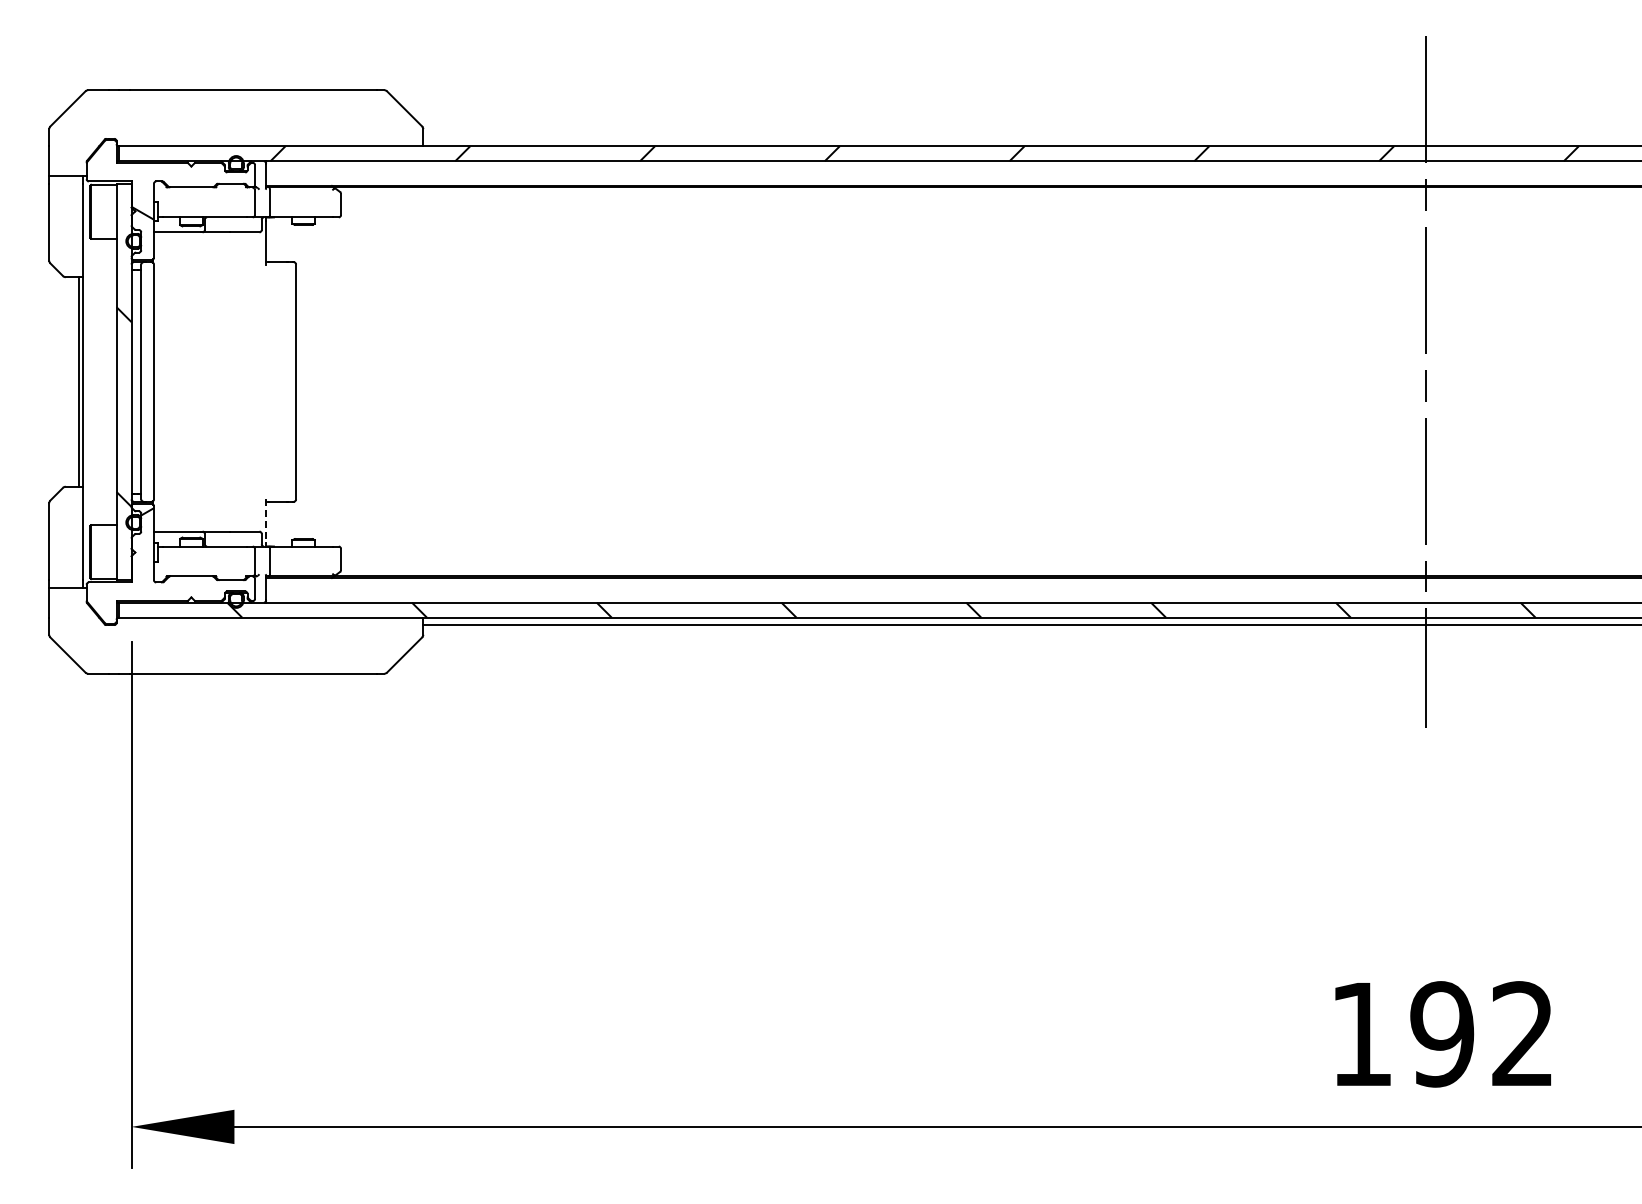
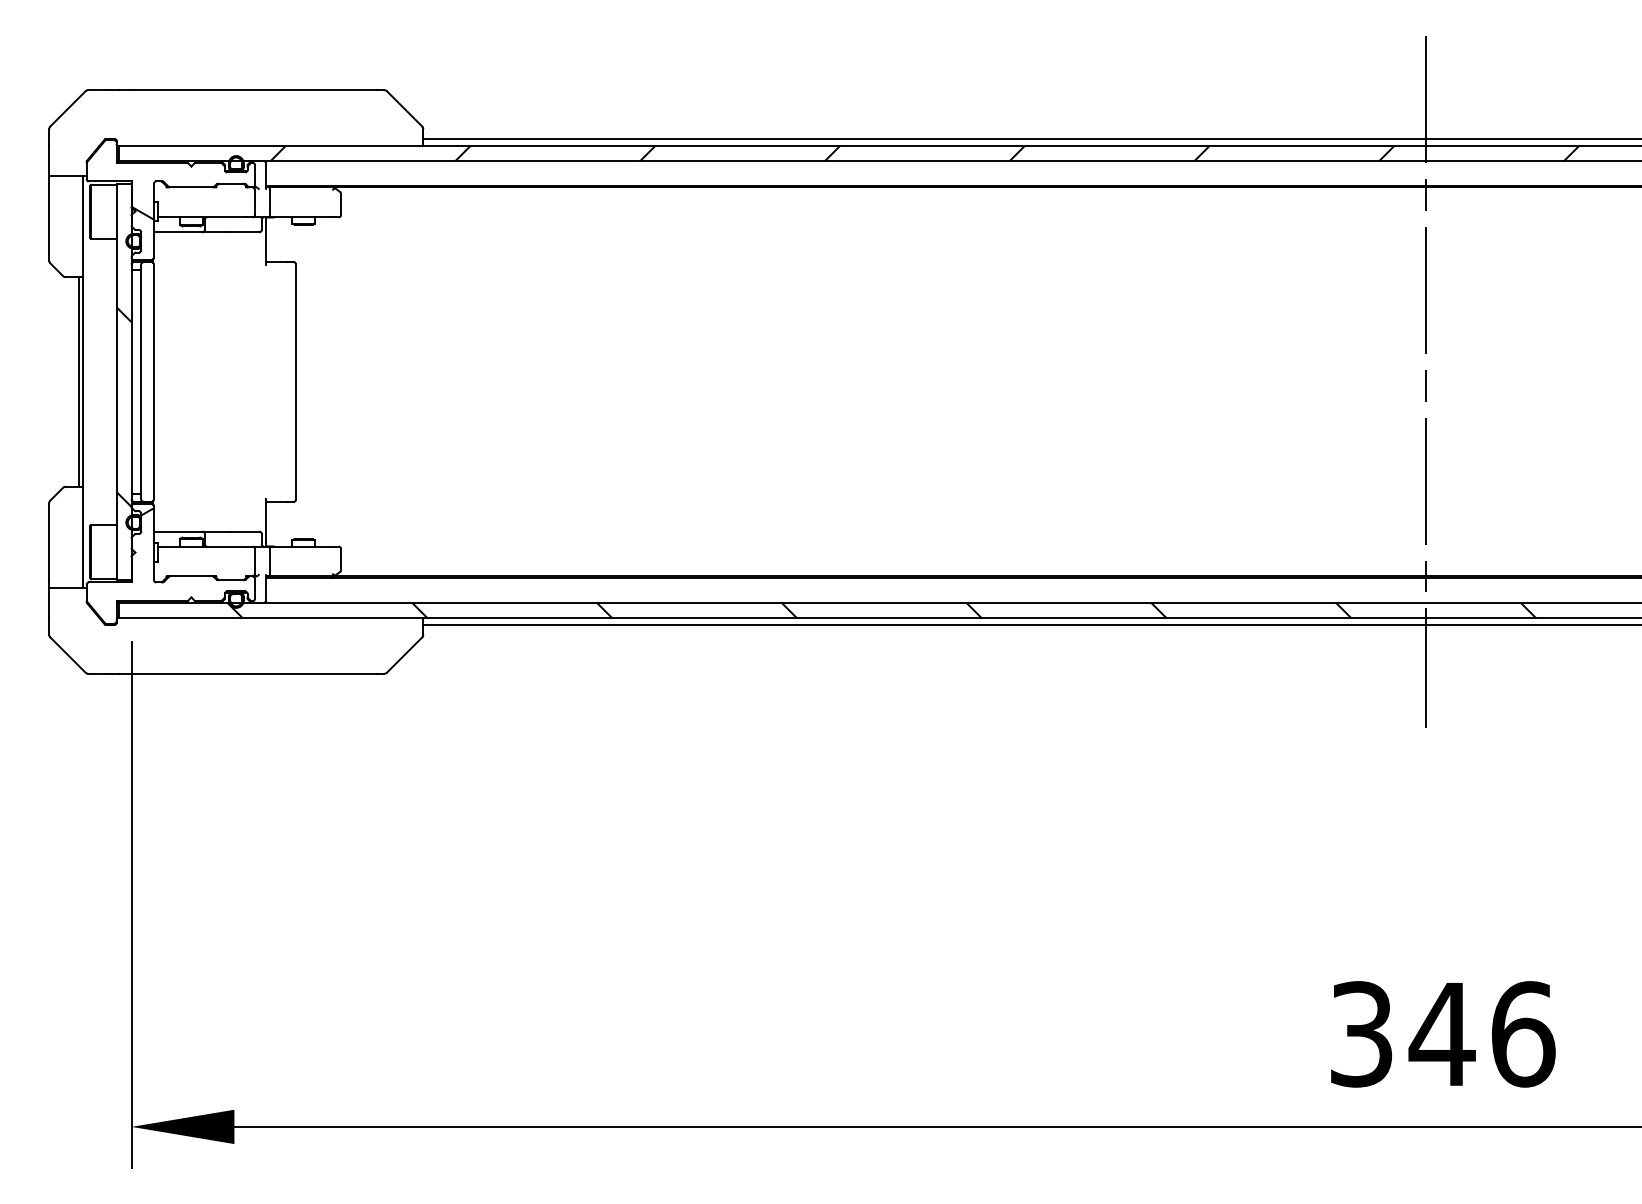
line at (1030, 138): none -> present
line at (266, 521): dashed -> solid
text at (1443, 1034): 192 -> 346
